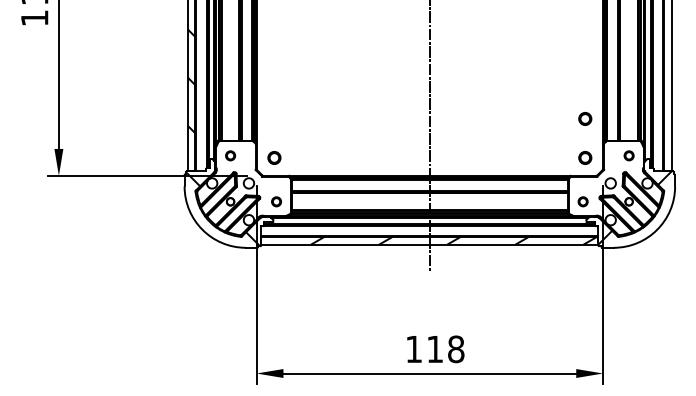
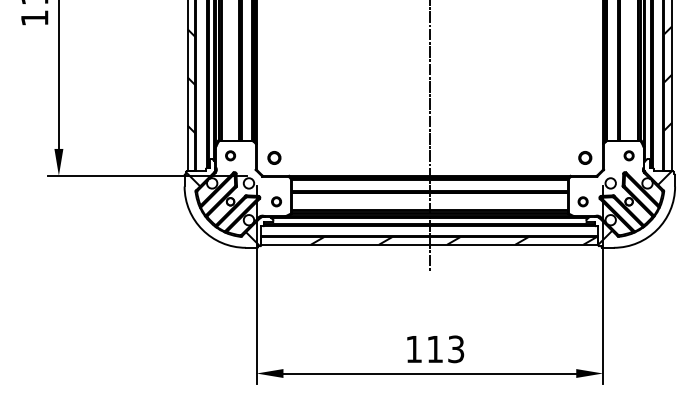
hatch at (668, 98): none -> present
circle at (585, 118): present -> none
text at (456, 349): 118 -> 113
